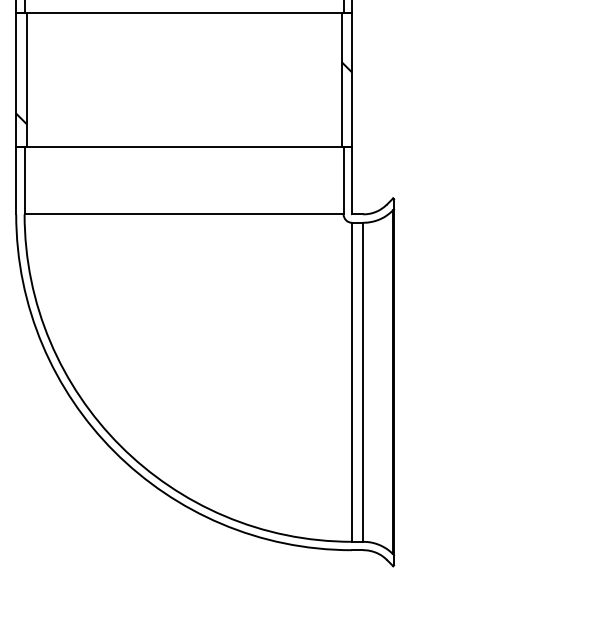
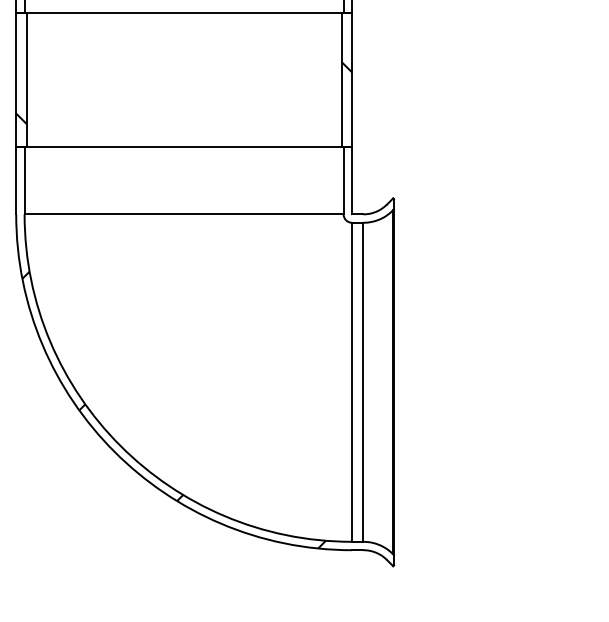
hatch at (173, 409): none -> present
